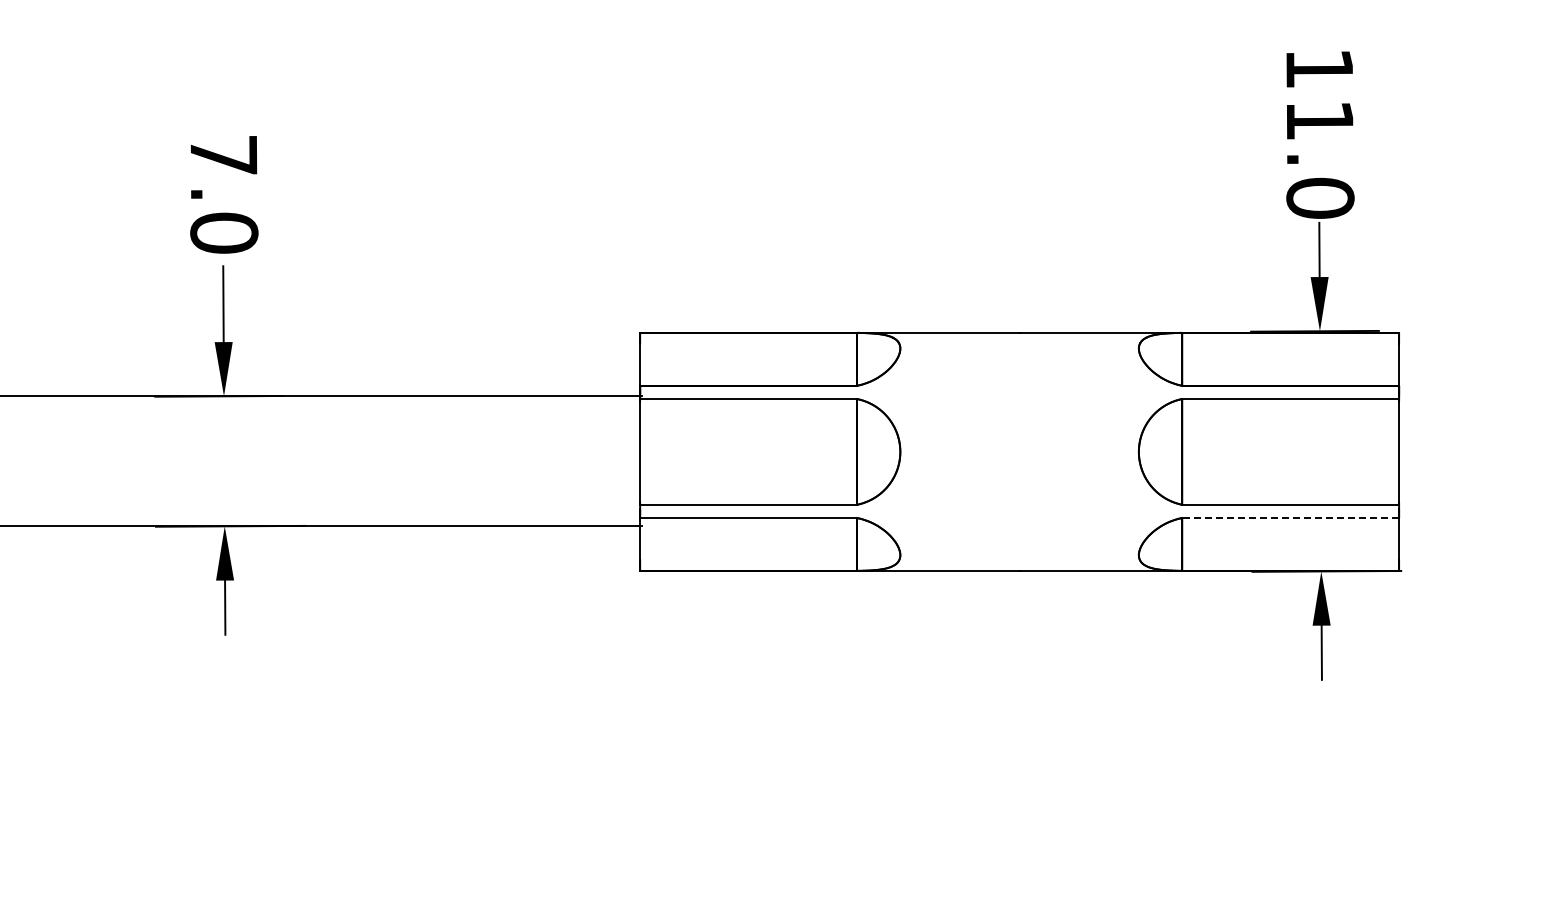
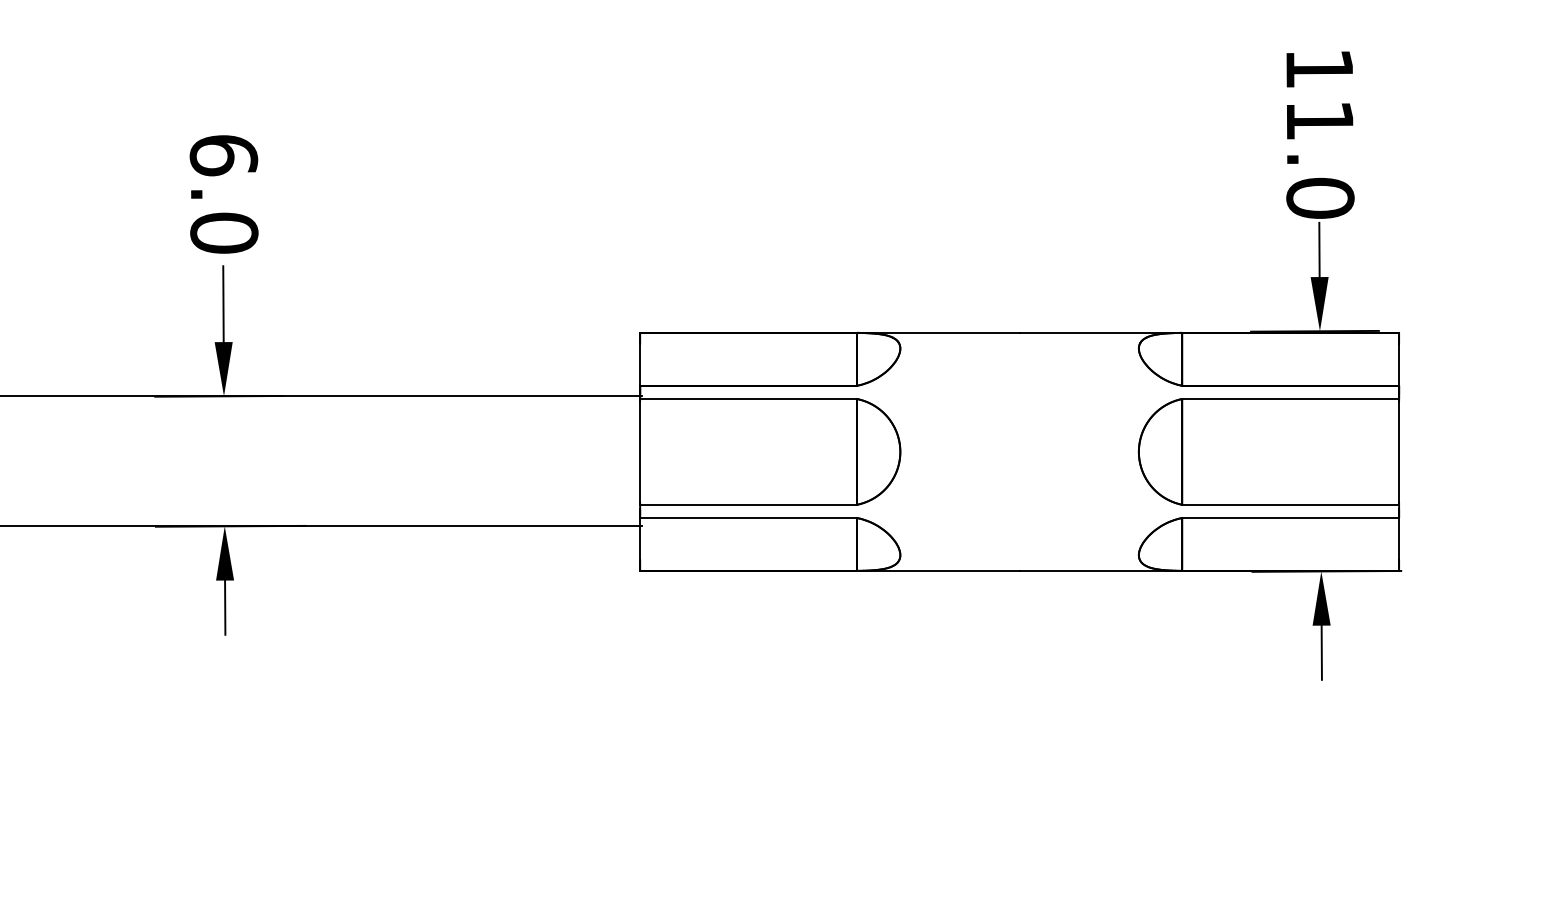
text at (223, 155): 7.0 -> 6.0
line at (1290, 517): dashed -> solid
